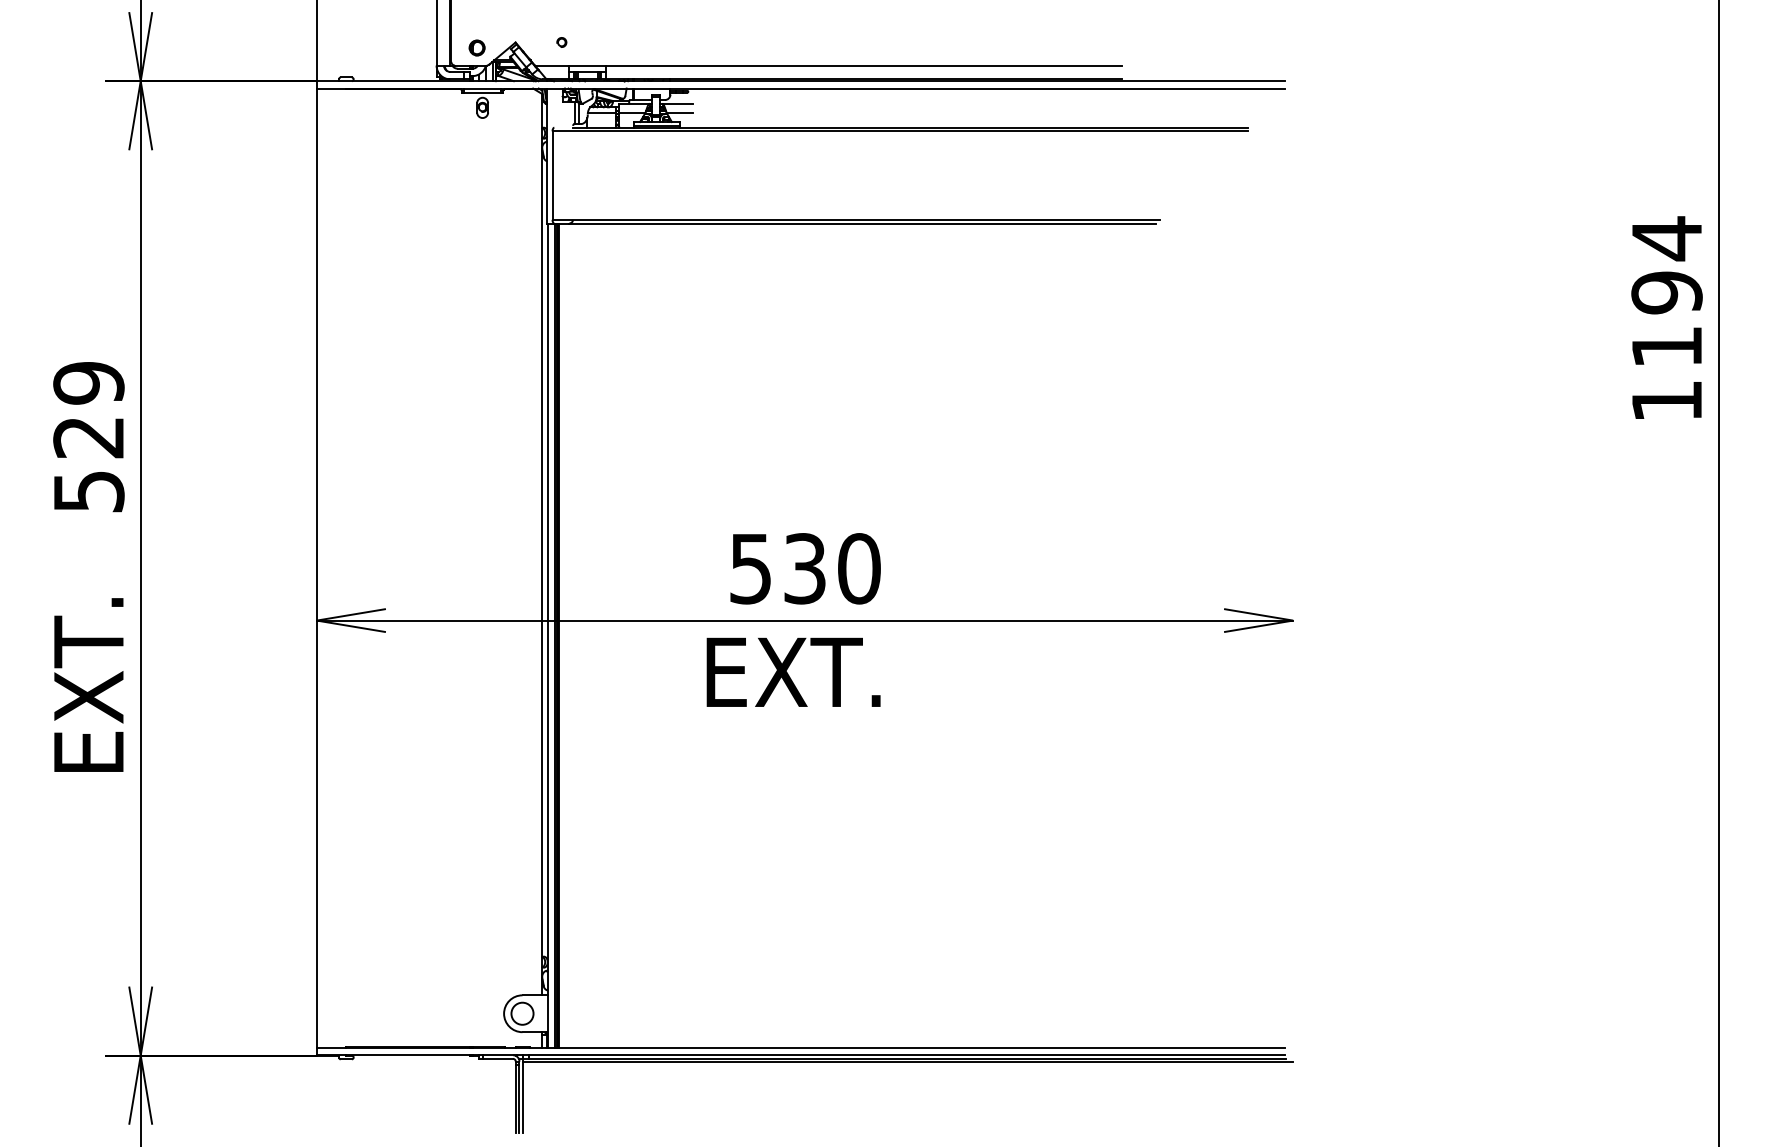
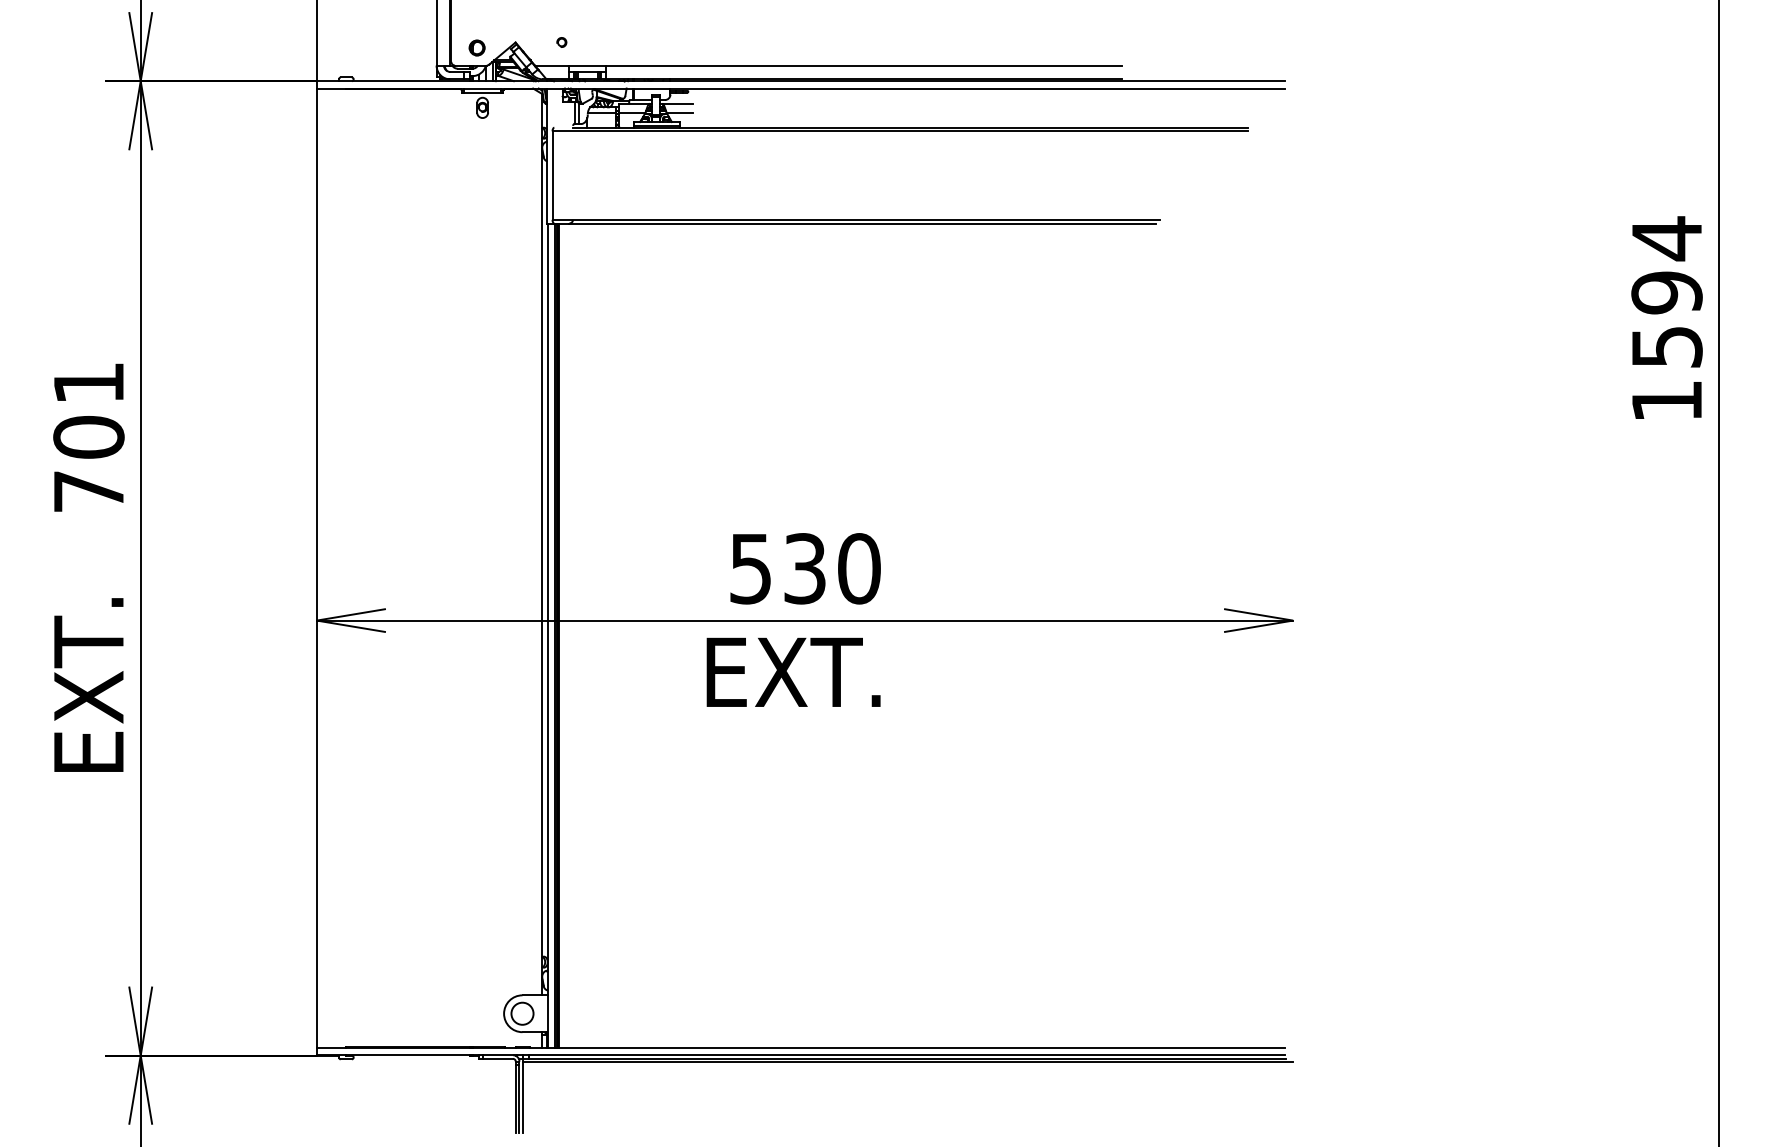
text at (1667, 347): 1194 -> 1594
text at (88, 437): 529 -> 701
